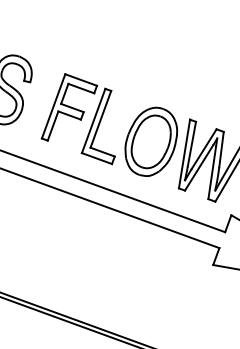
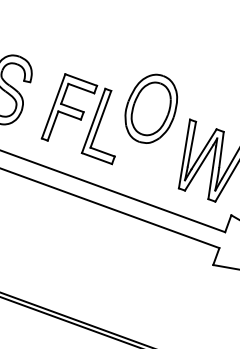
part at (151, 141) position: (151, 141) -> (151, 108)
